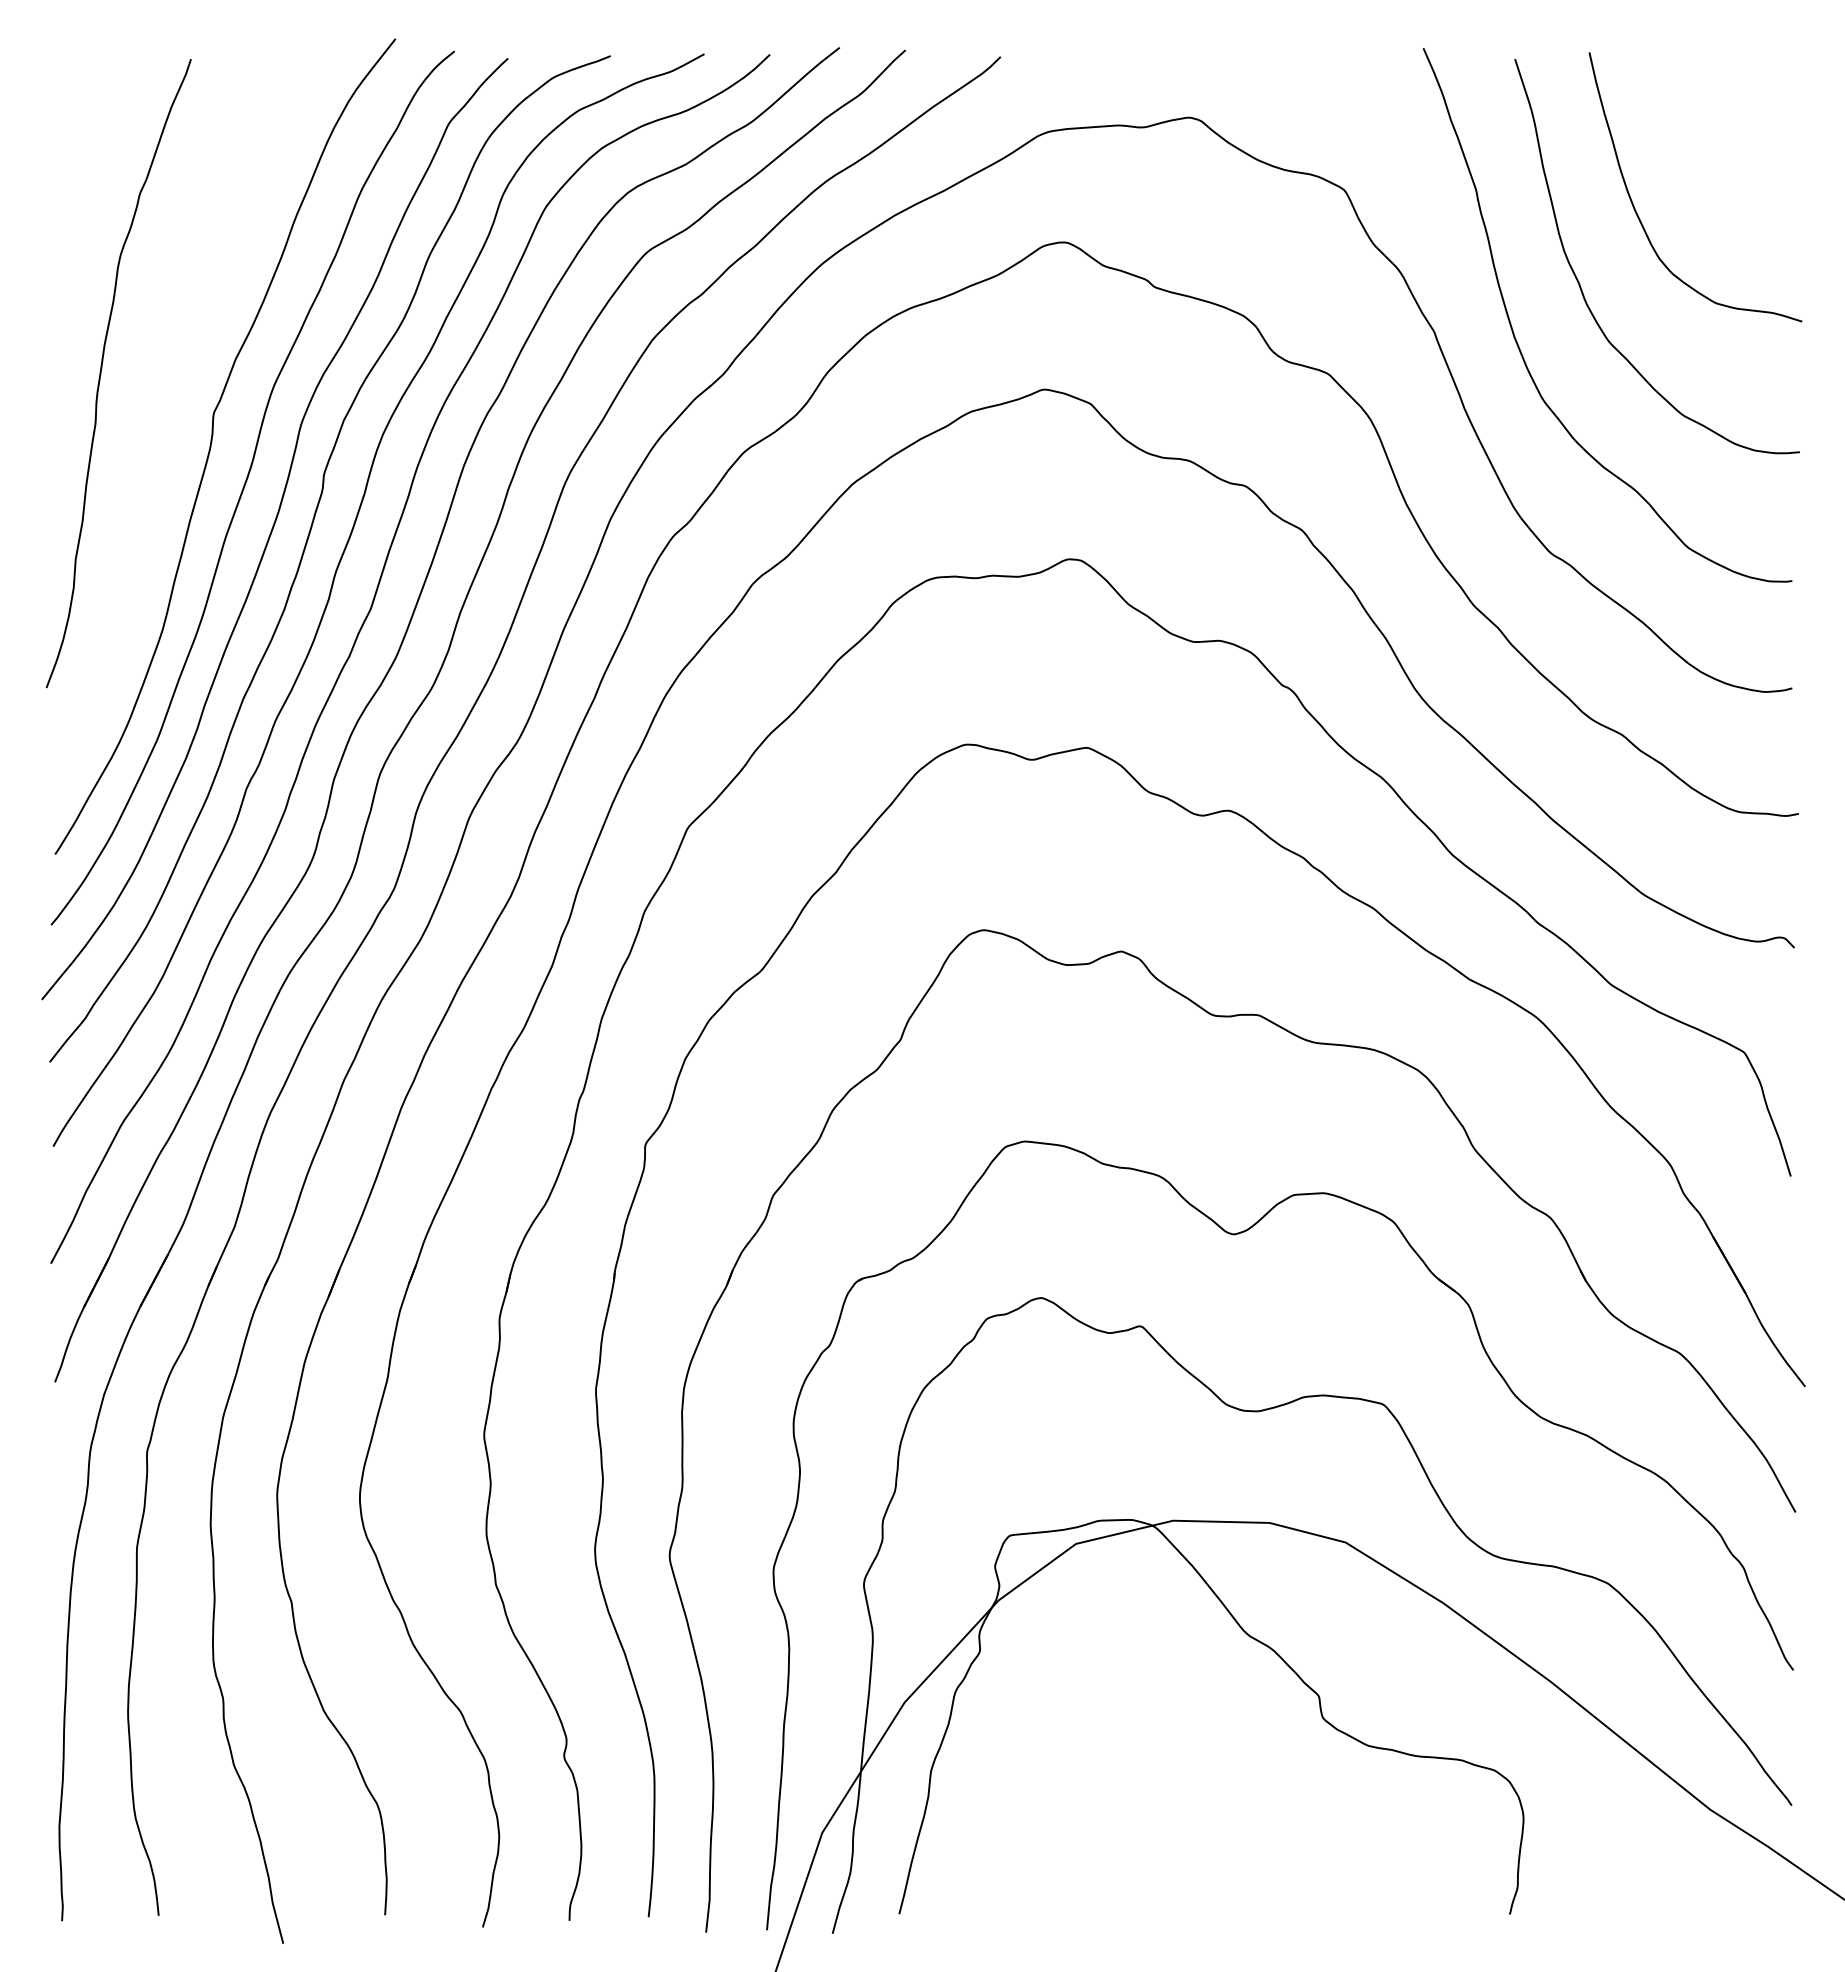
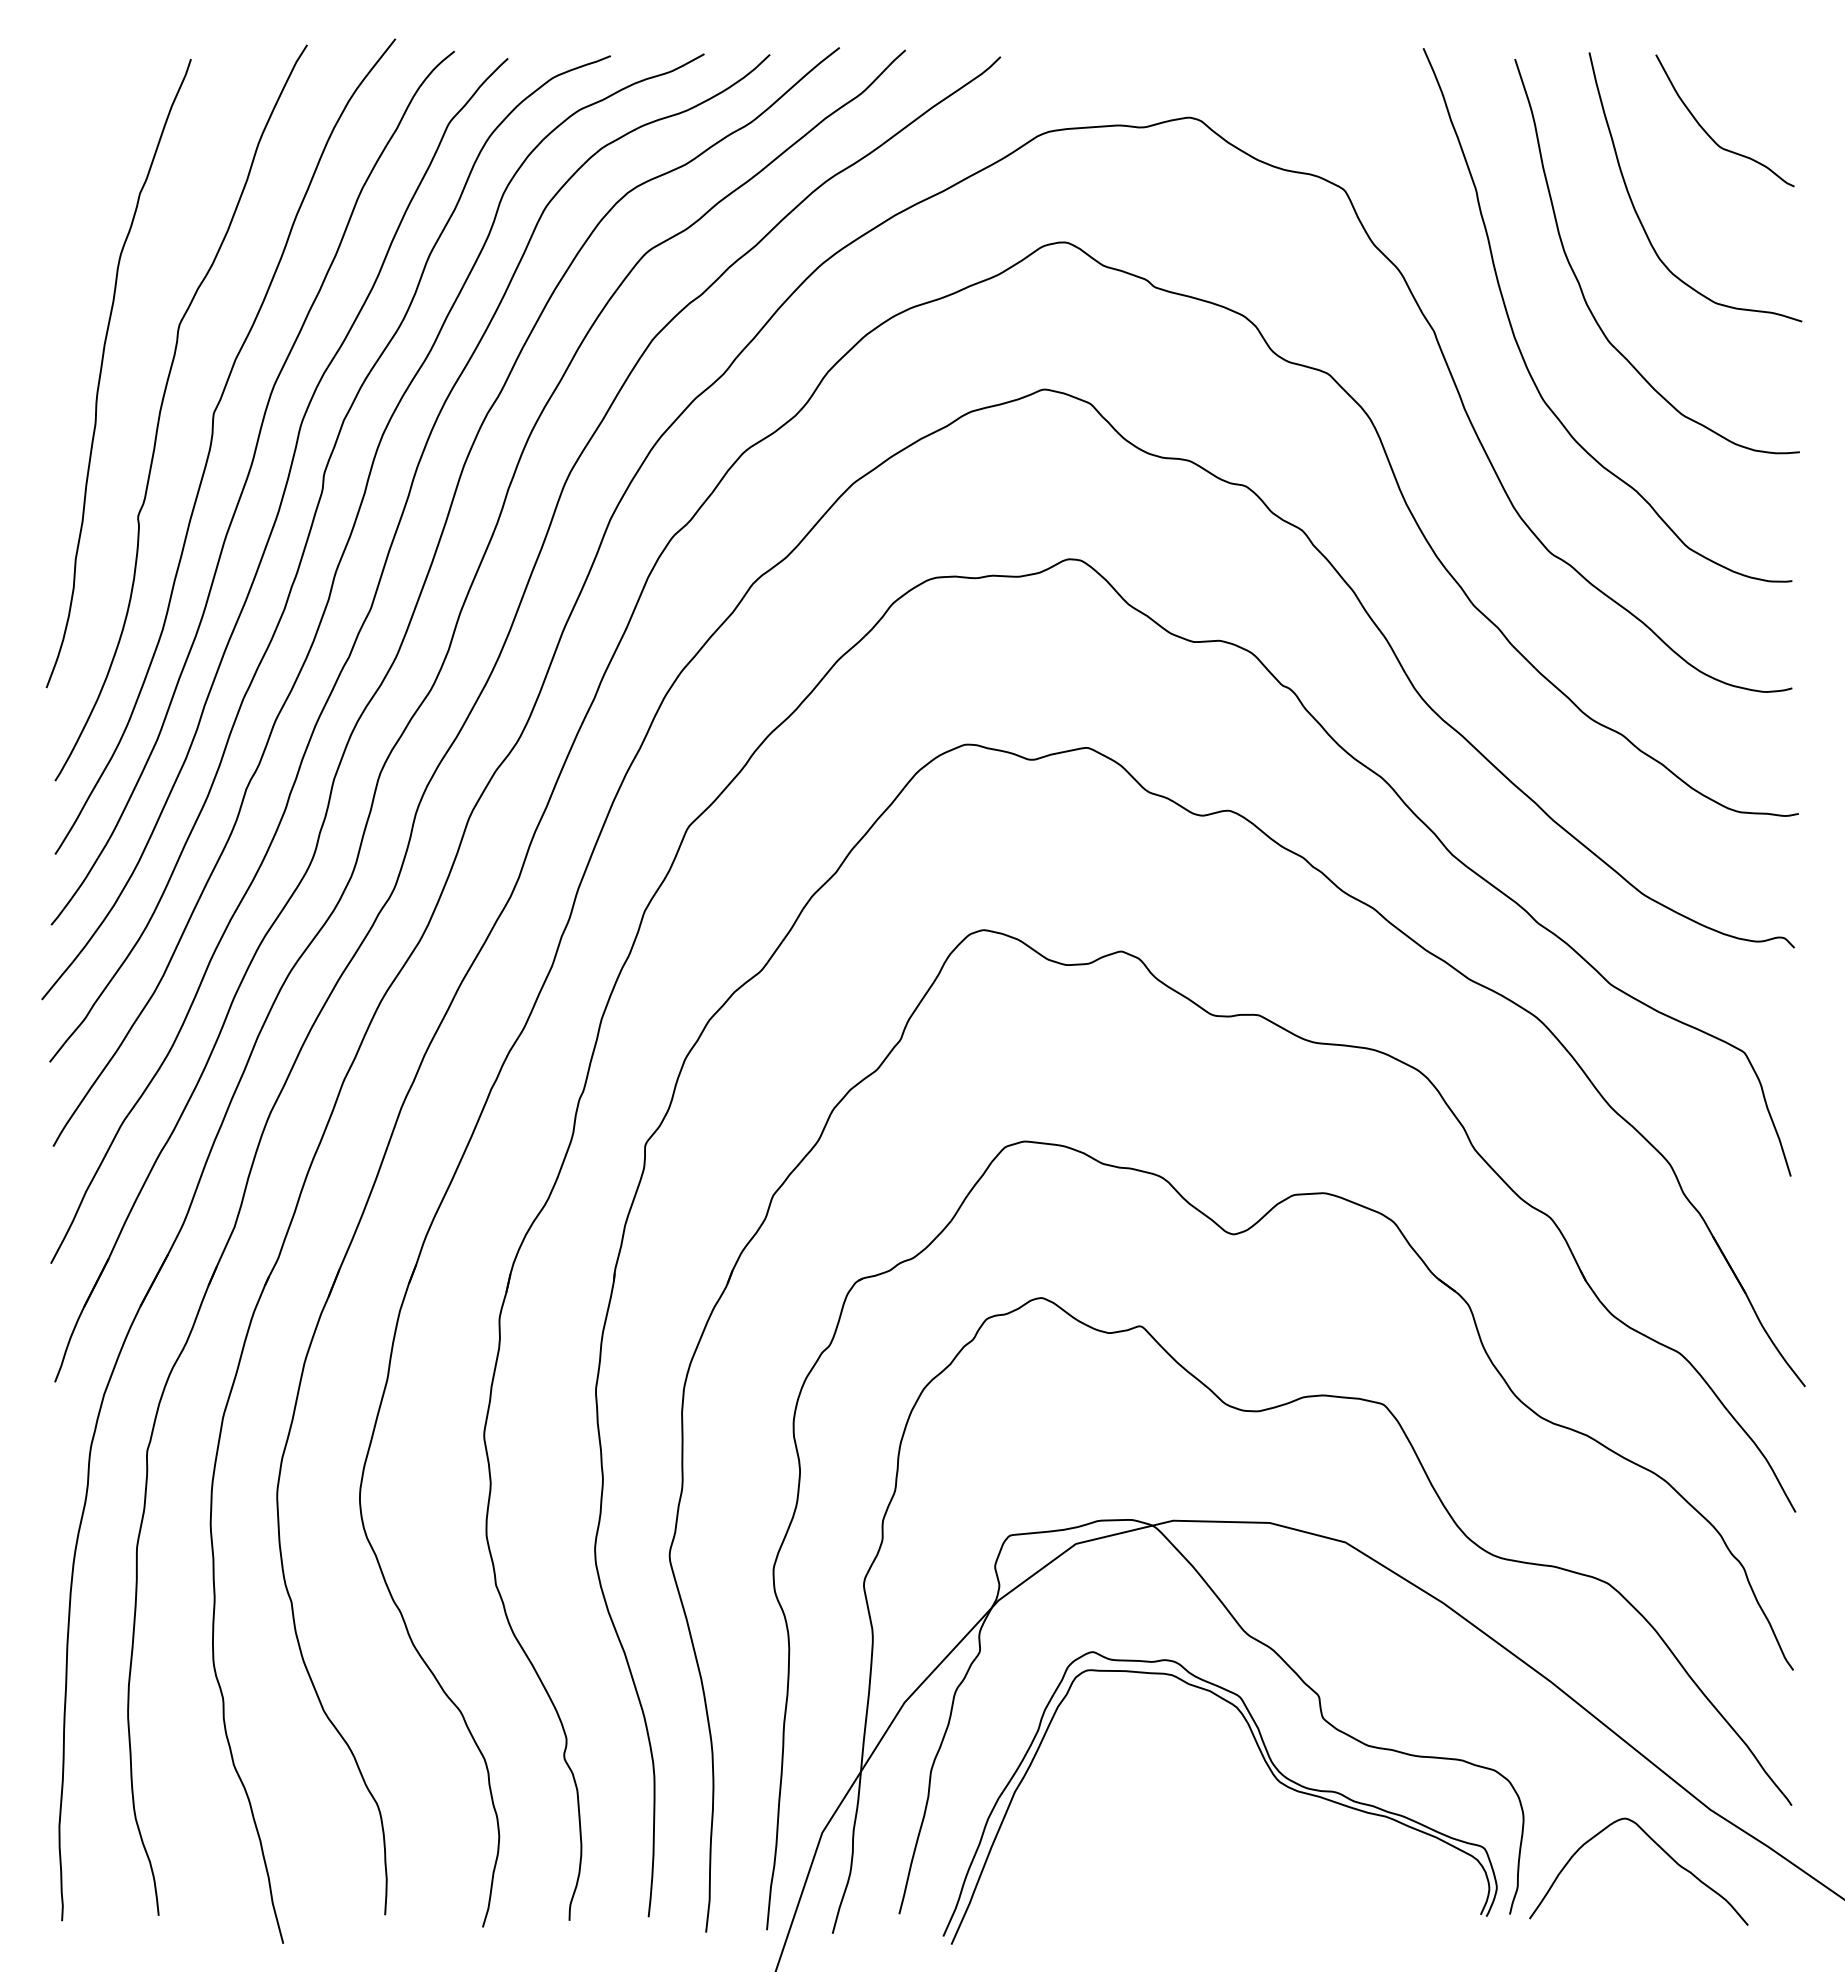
curve at (1709, 134): none -> present
curve at (162, 407): none -> present
part at (1269, 1770): none -> present
curve at (1660, 1848): none -> present
